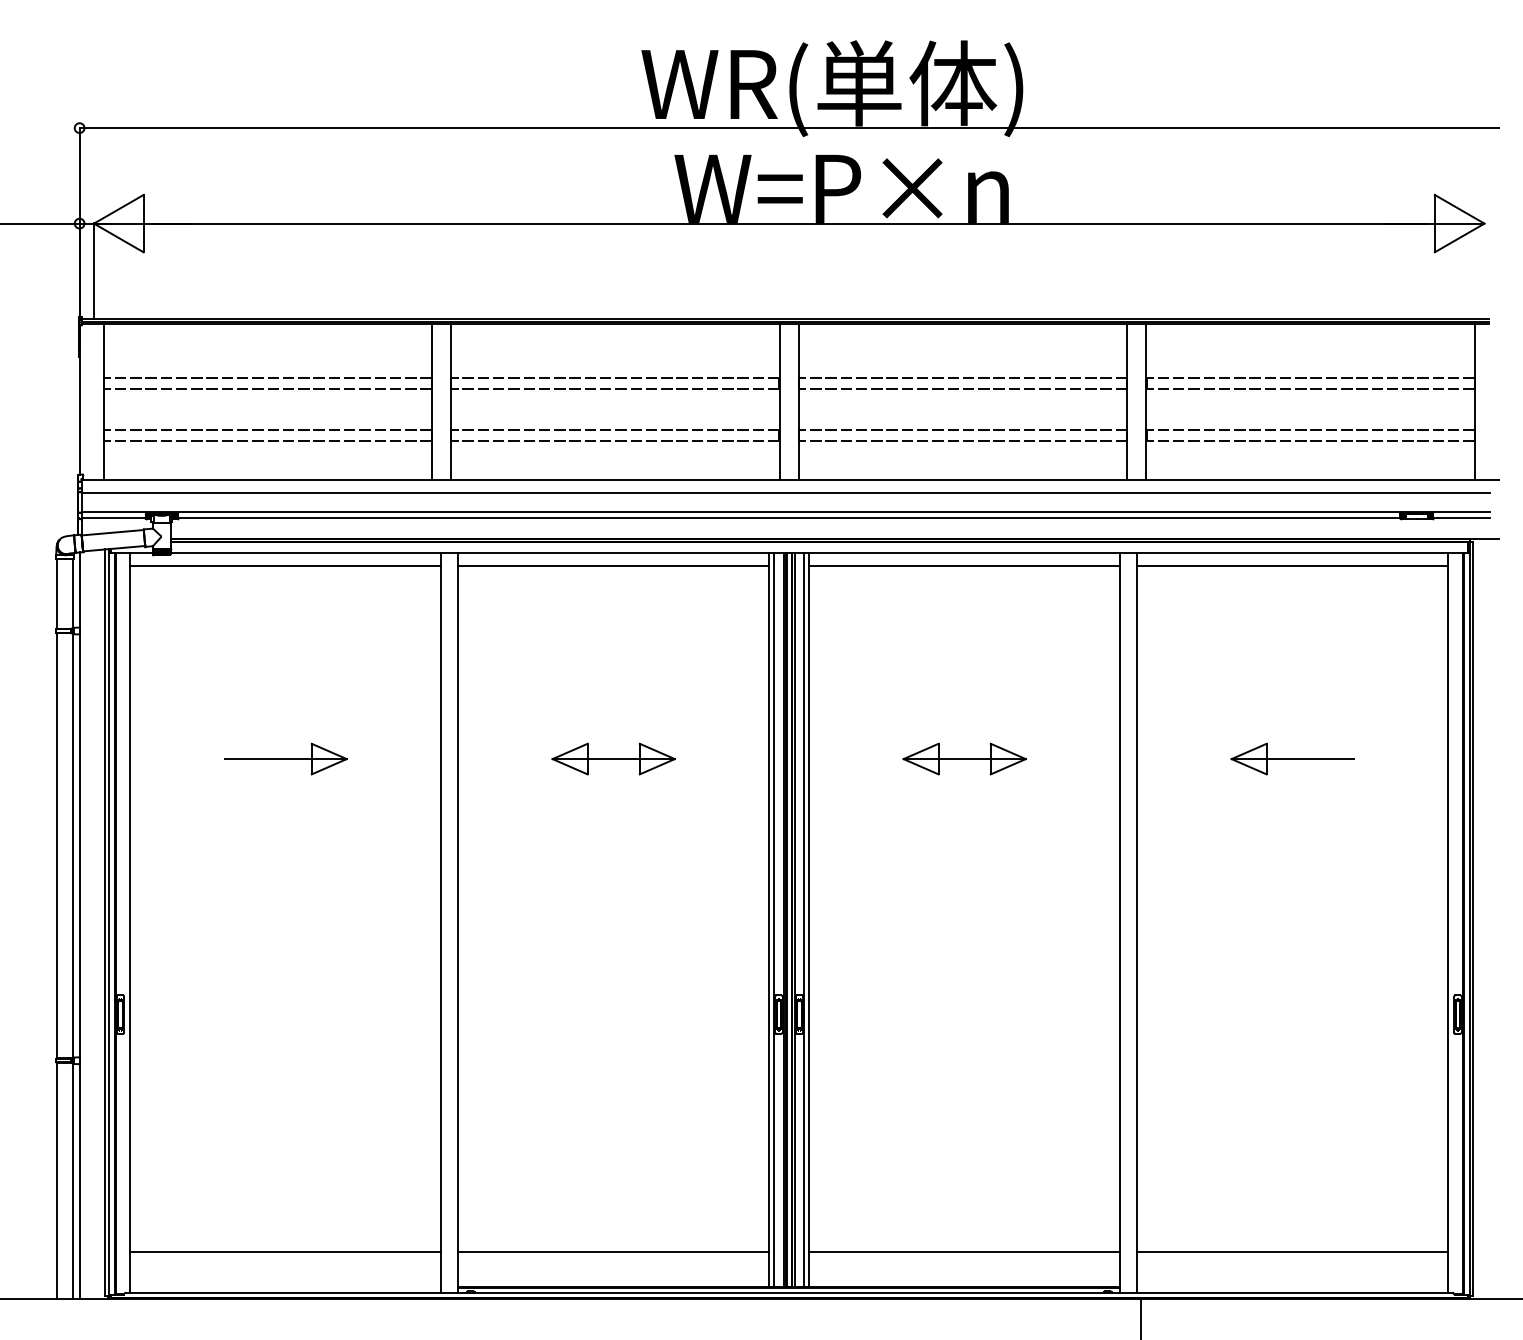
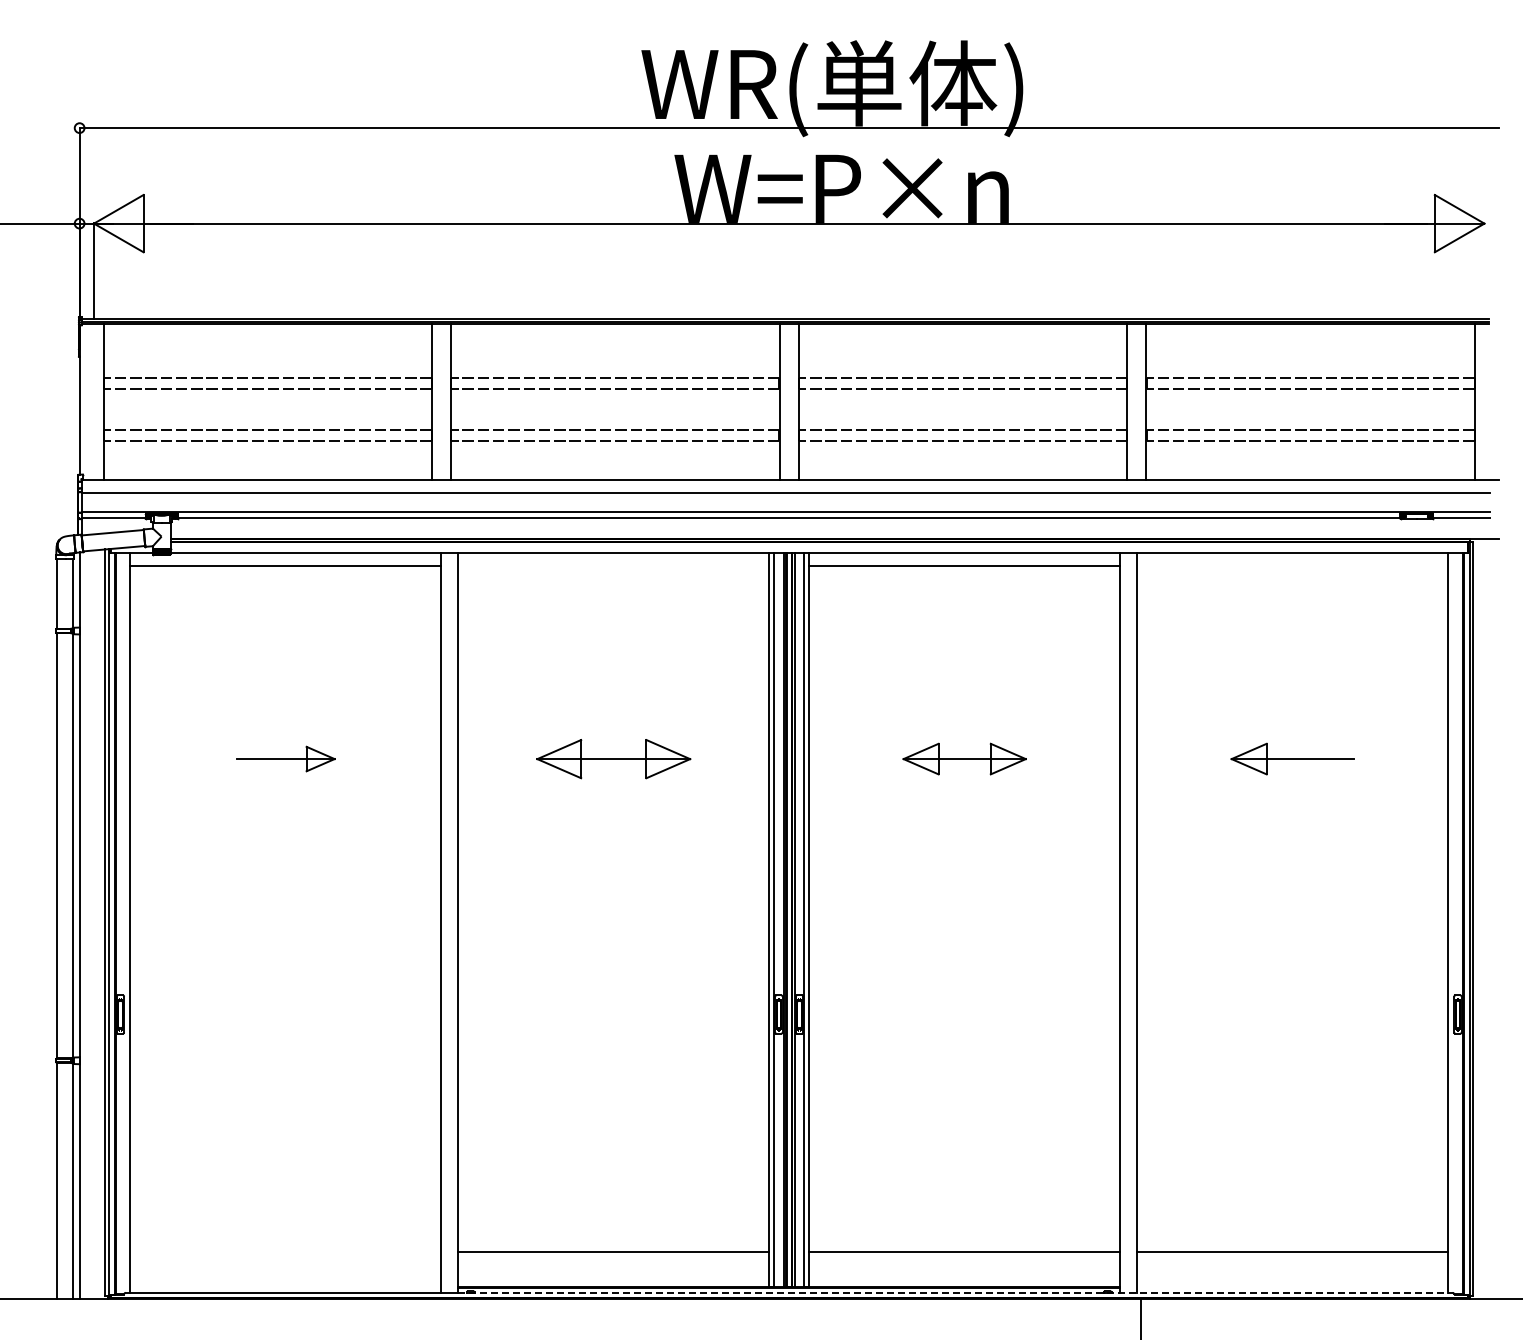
line at (613, 565): present -> none
line at (1292, 565): present -> none
part at (285, 758) size: 124x34 px -> 100x28 px
part at (613, 758) size: 125x34 px -> 156x41 px
line at (285, 1252): present -> none
line at (955, 1292): solid -> dashed
